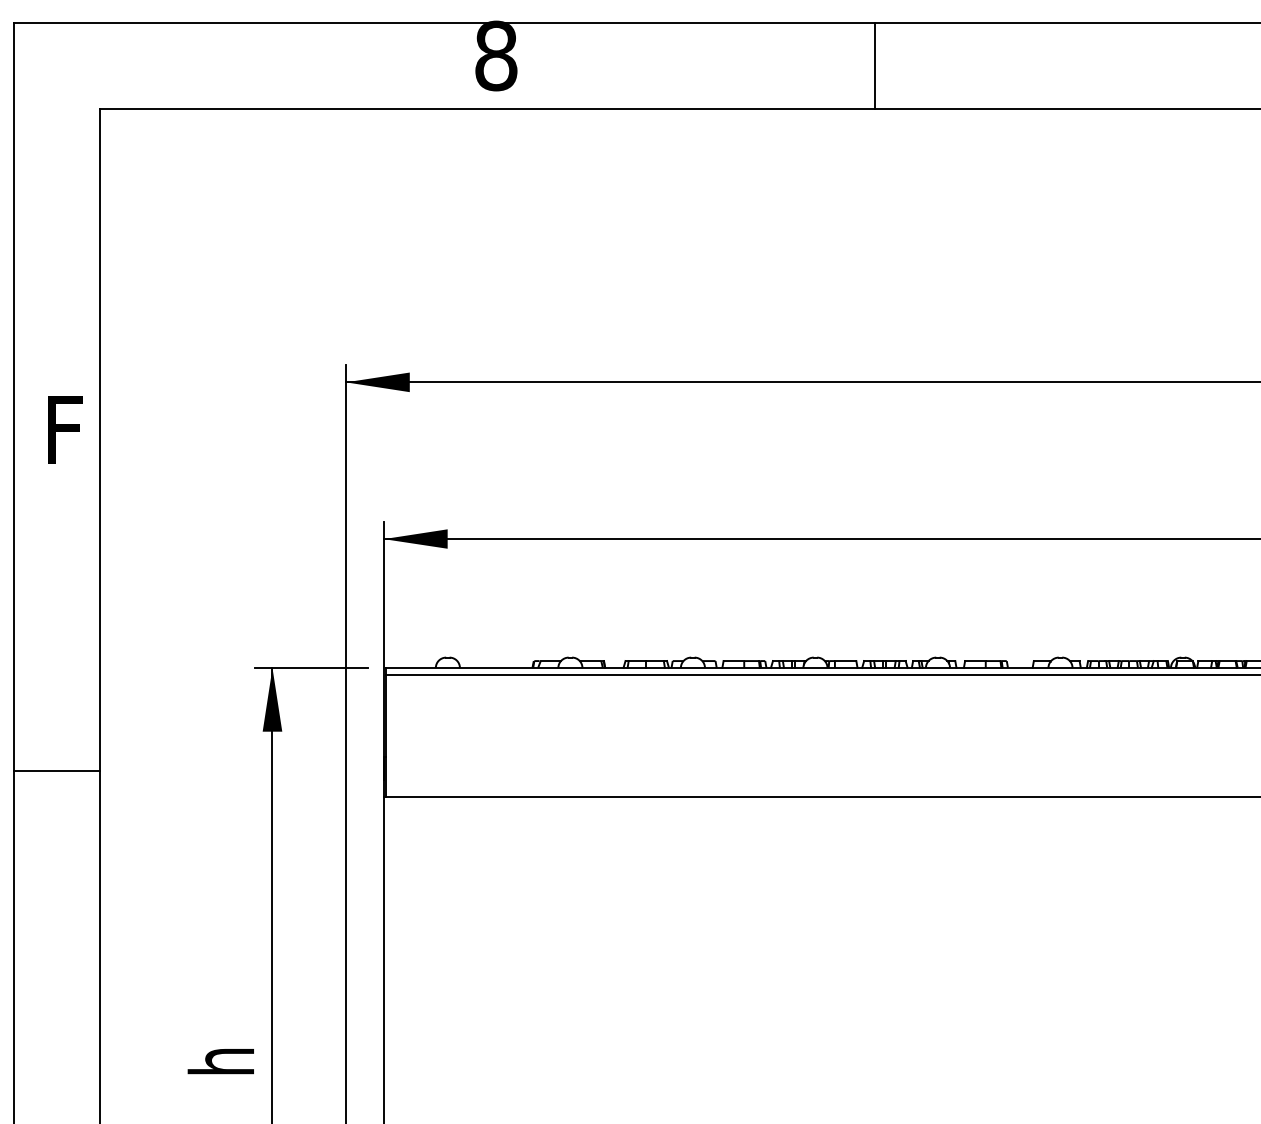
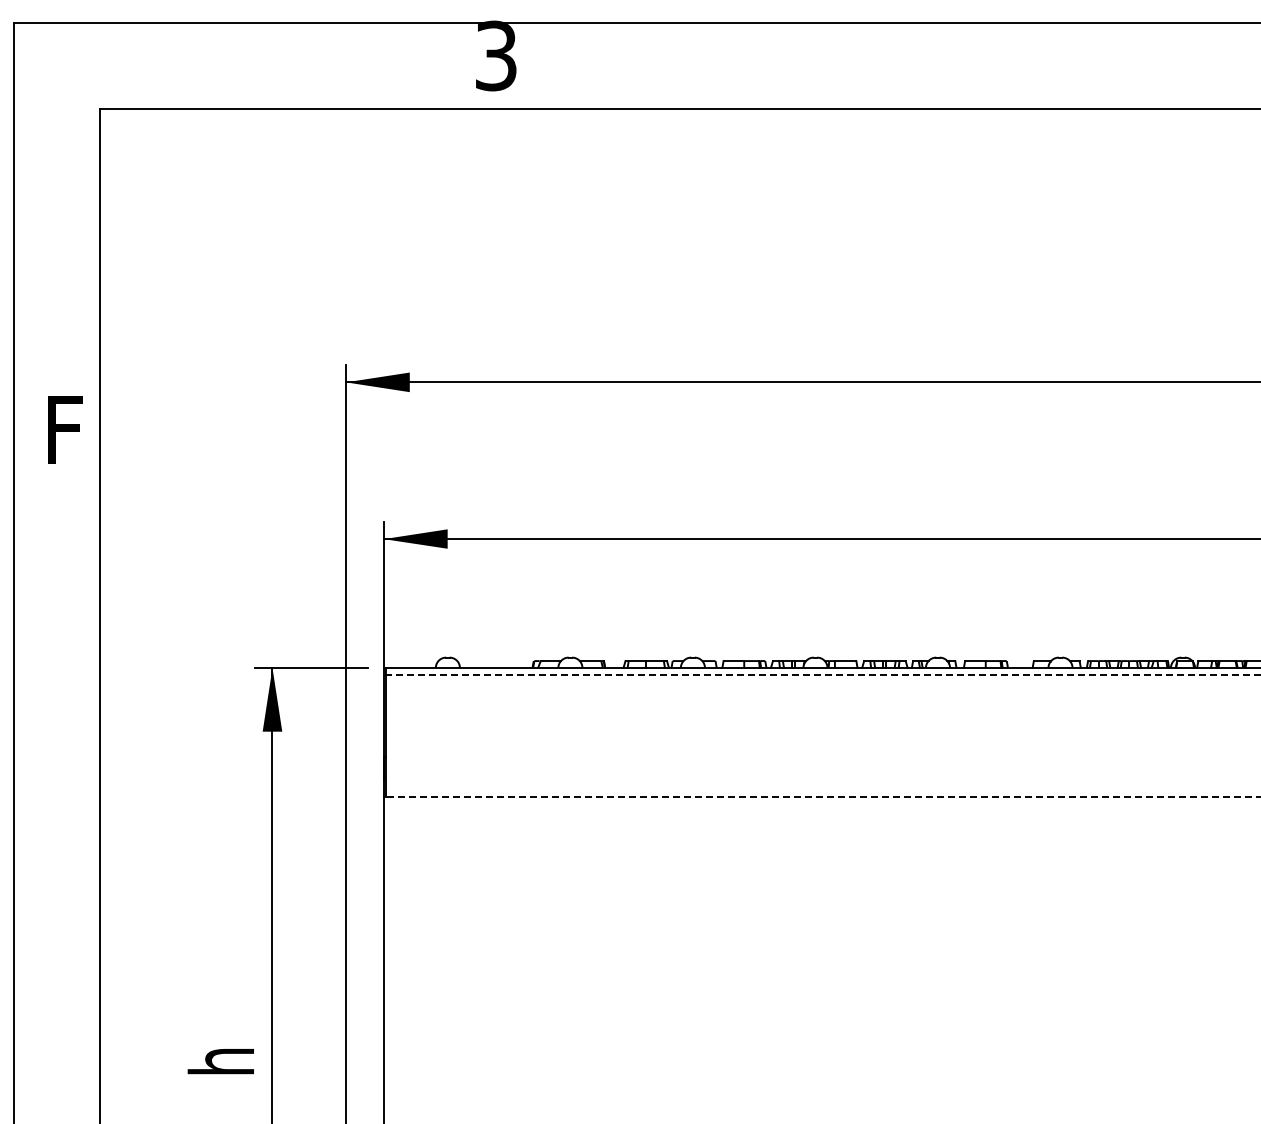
text at (496, 55): 8 -> 3
line at (874, 65): present -> none
line at (822, 674): solid -> dashed
line at (57, 771): present -> none
line at (821, 797): solid -> dashed
